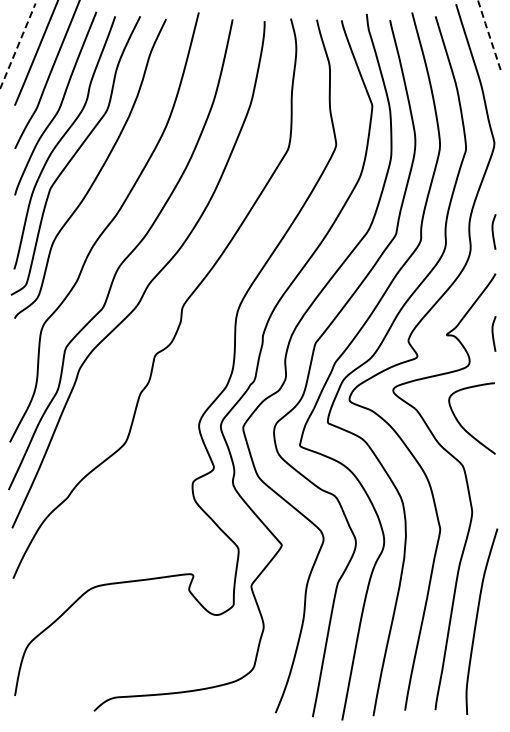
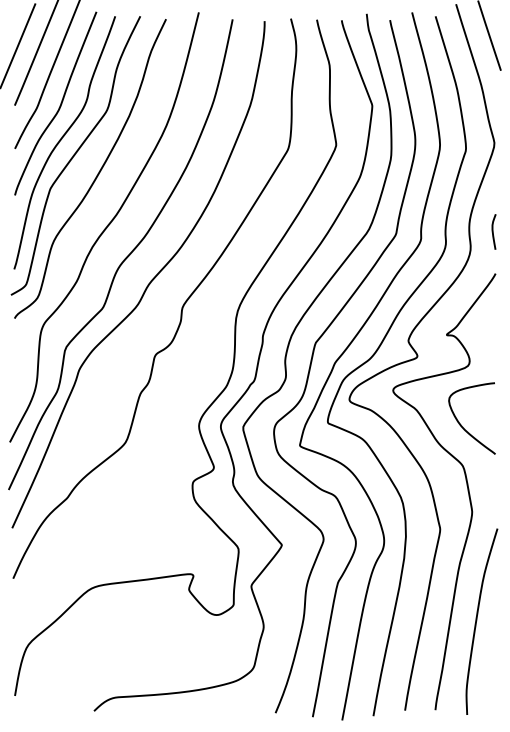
line at (489, 36): dashed -> solid
line at (17, 46): dashed -> solid
curve at (493, 333): present -> none
